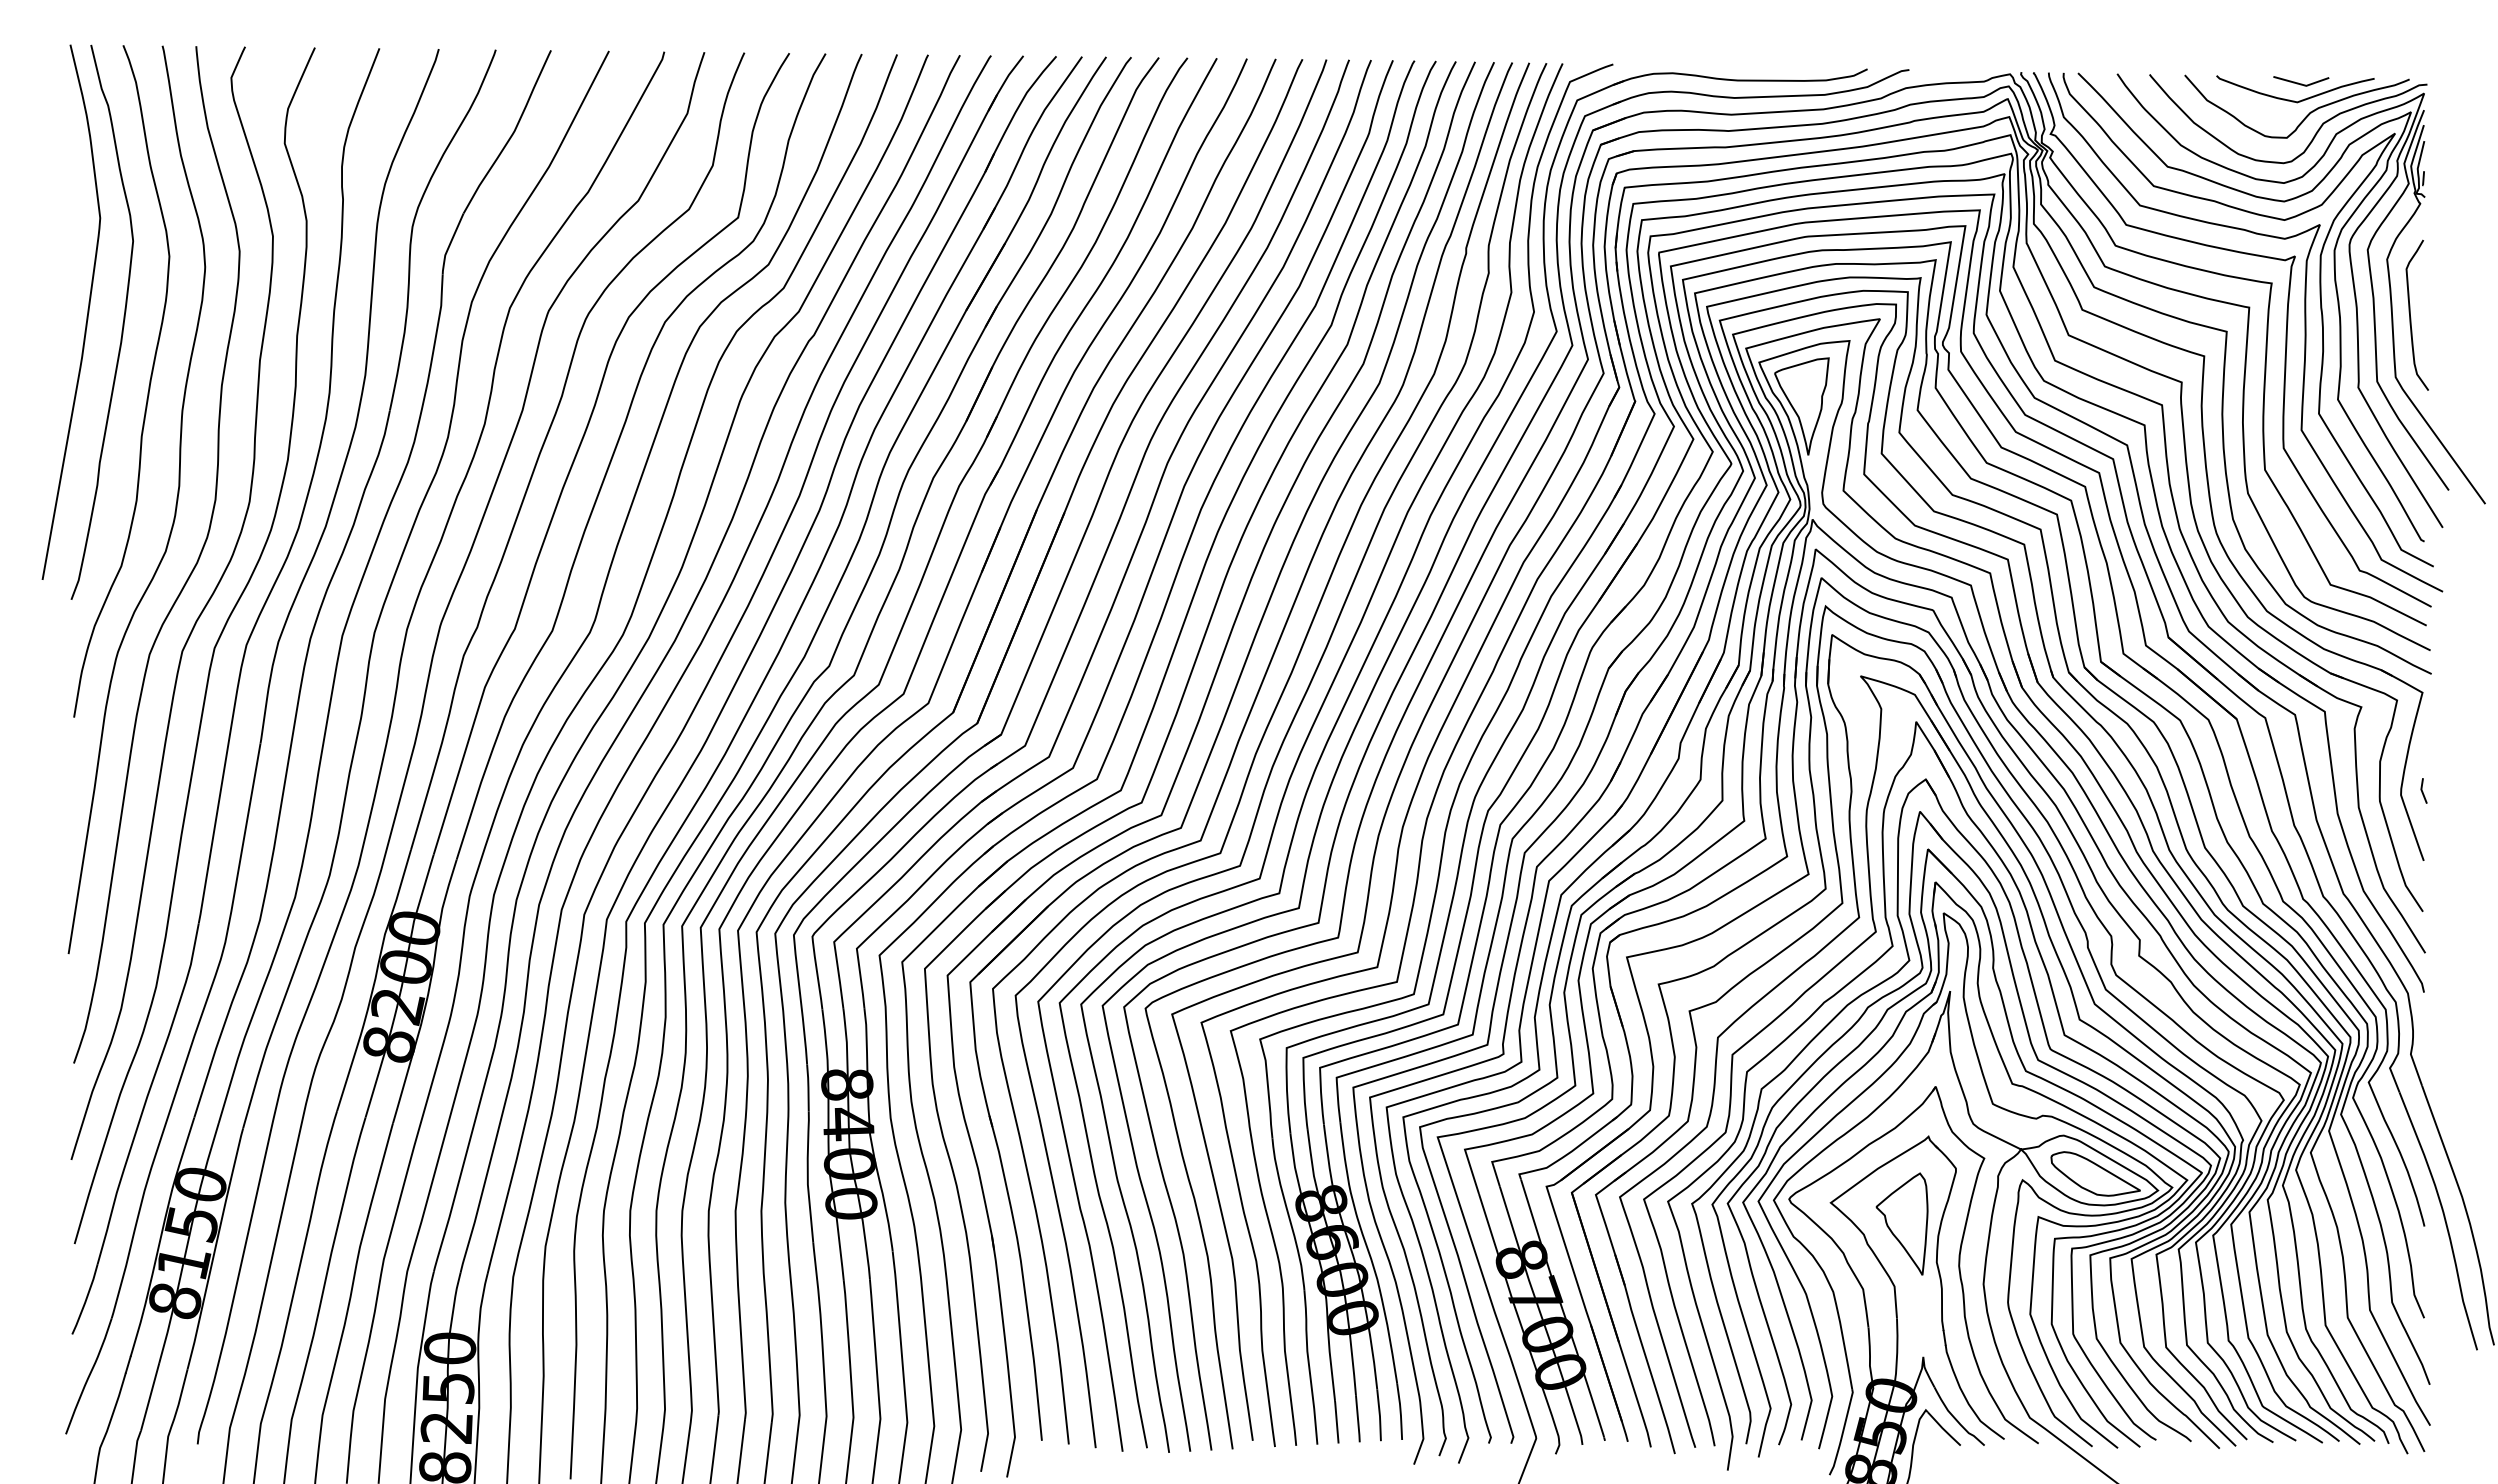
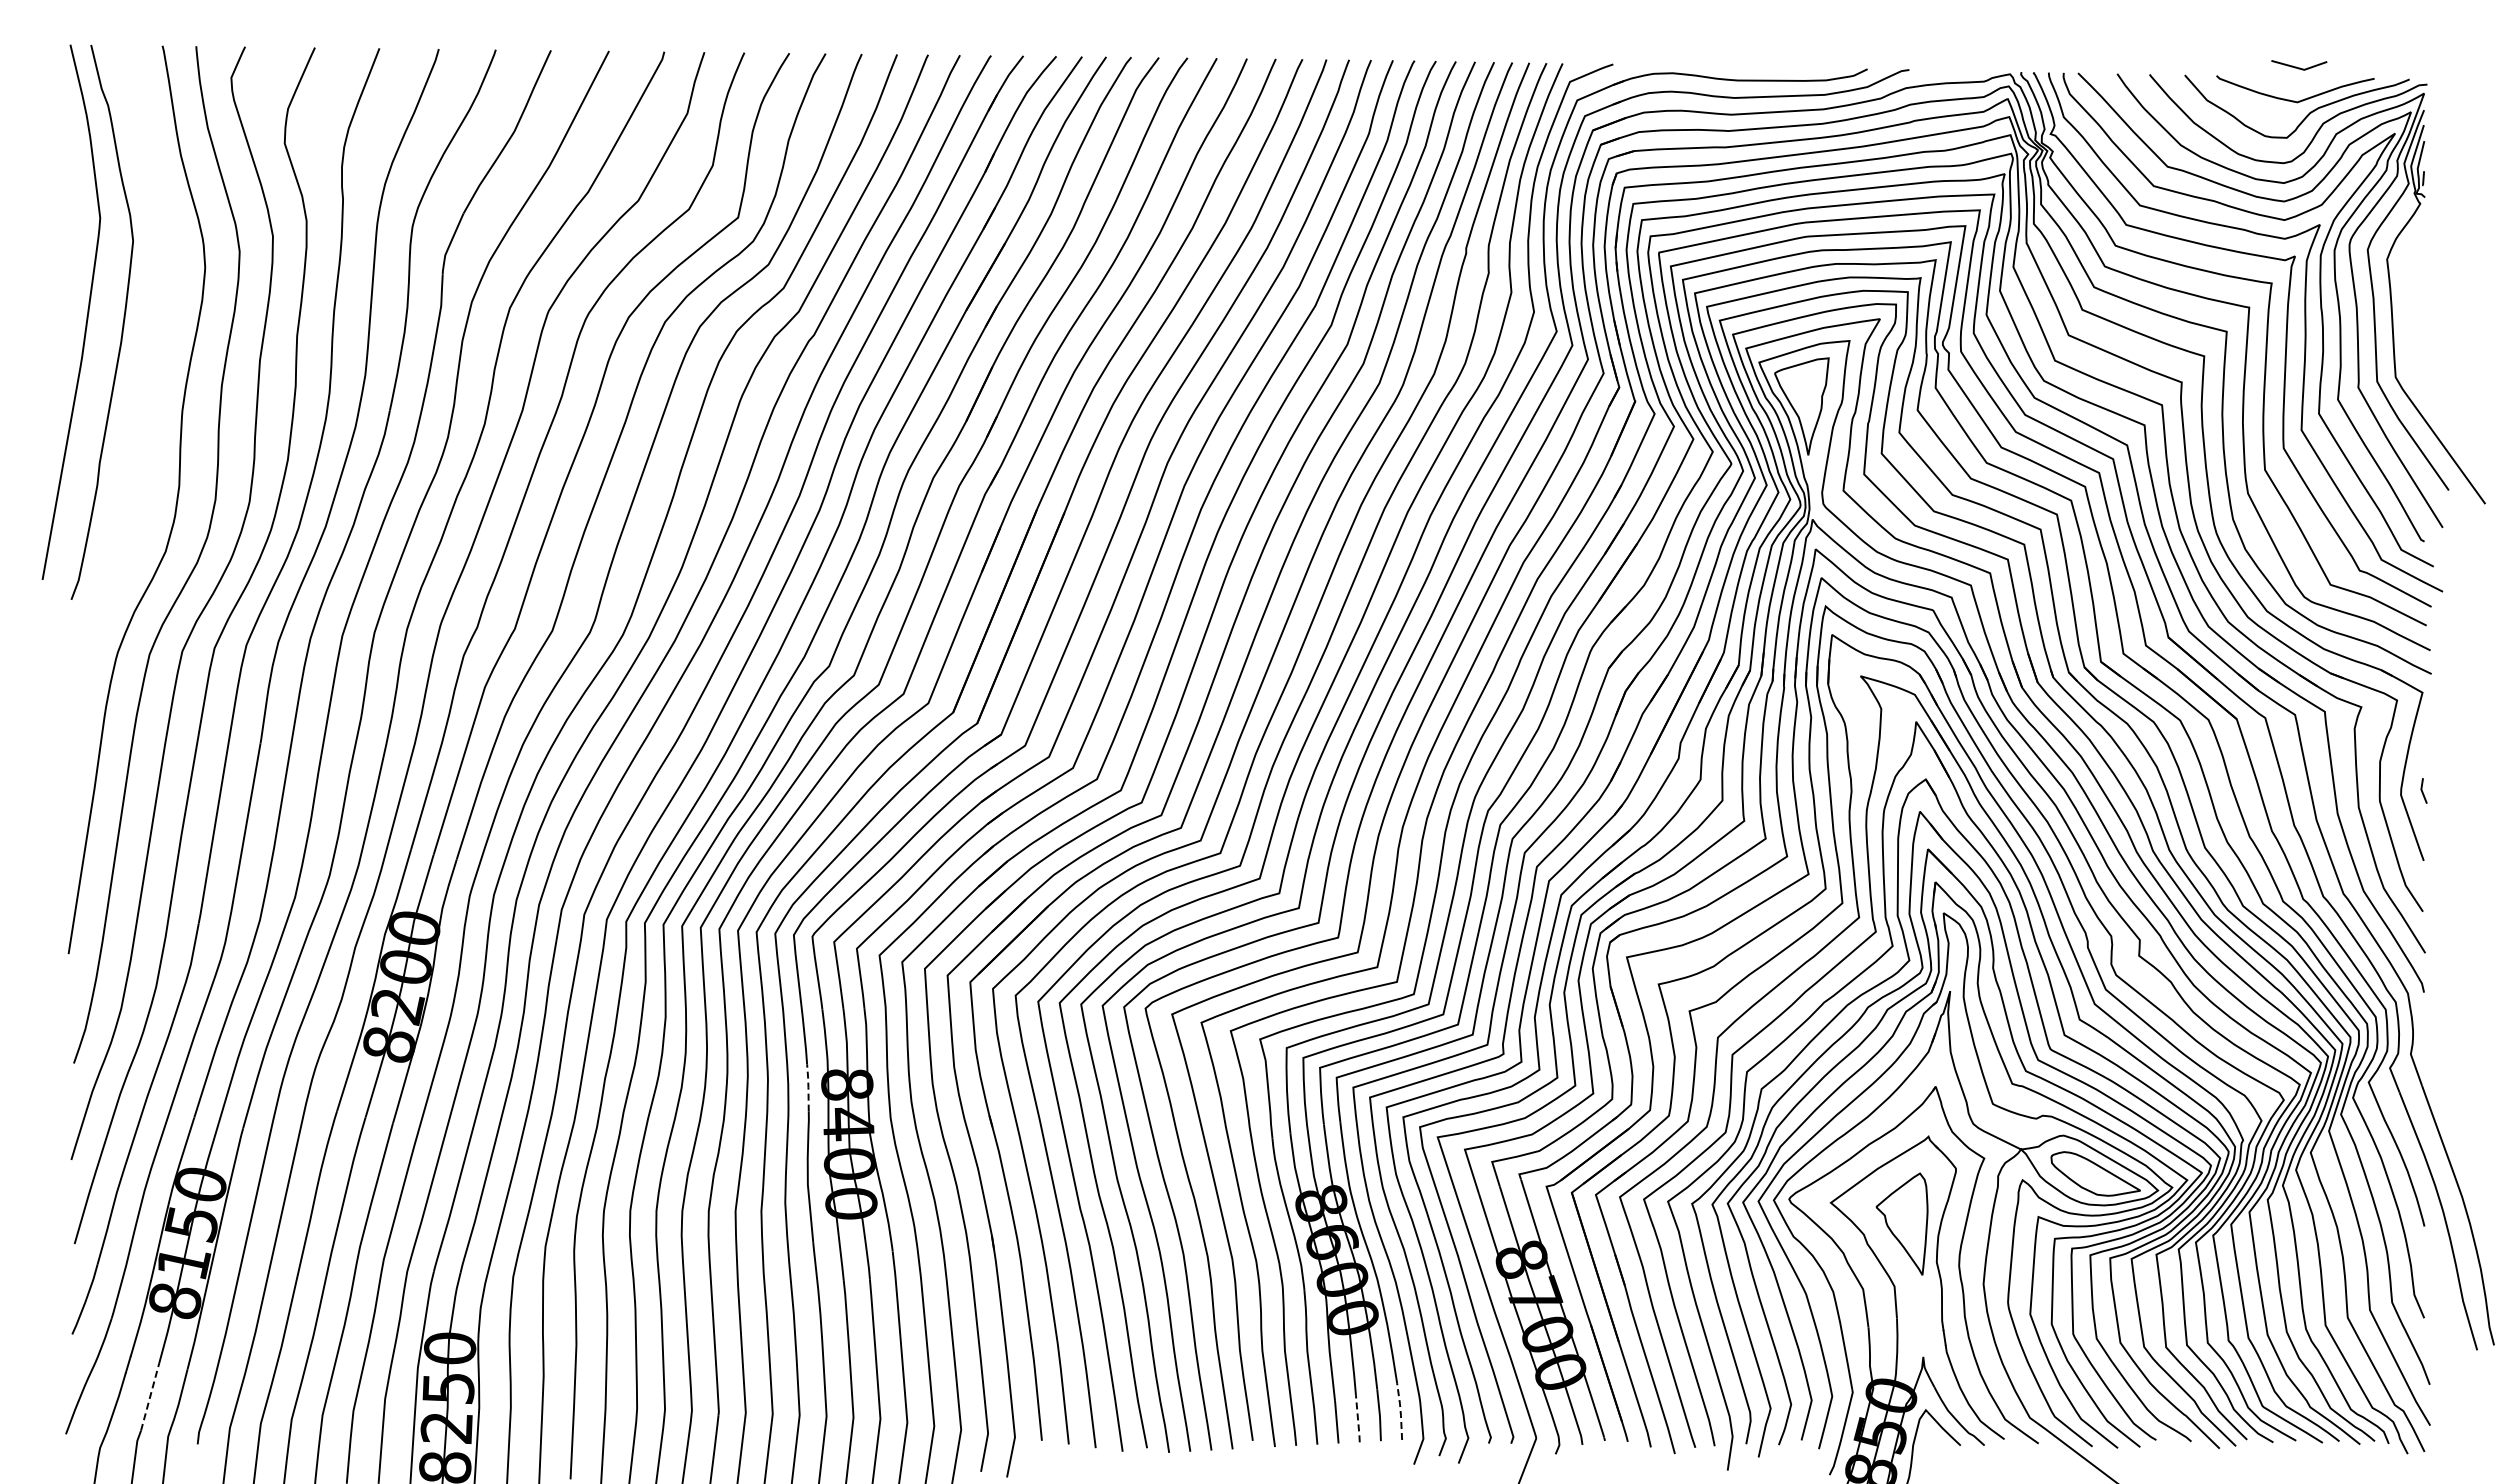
line at (2301, 83) position: (2301, 83) -> (2299, 67)
curve at (2411, 317): present -> none
curve at (148, 385): present -> none
line at (808, 1087): solid -> dashed
line at (149, 1397): solid -> dashed
line at (1400, 1411): solid -> dashed
line at (1357, 1418): solid -> dashed
